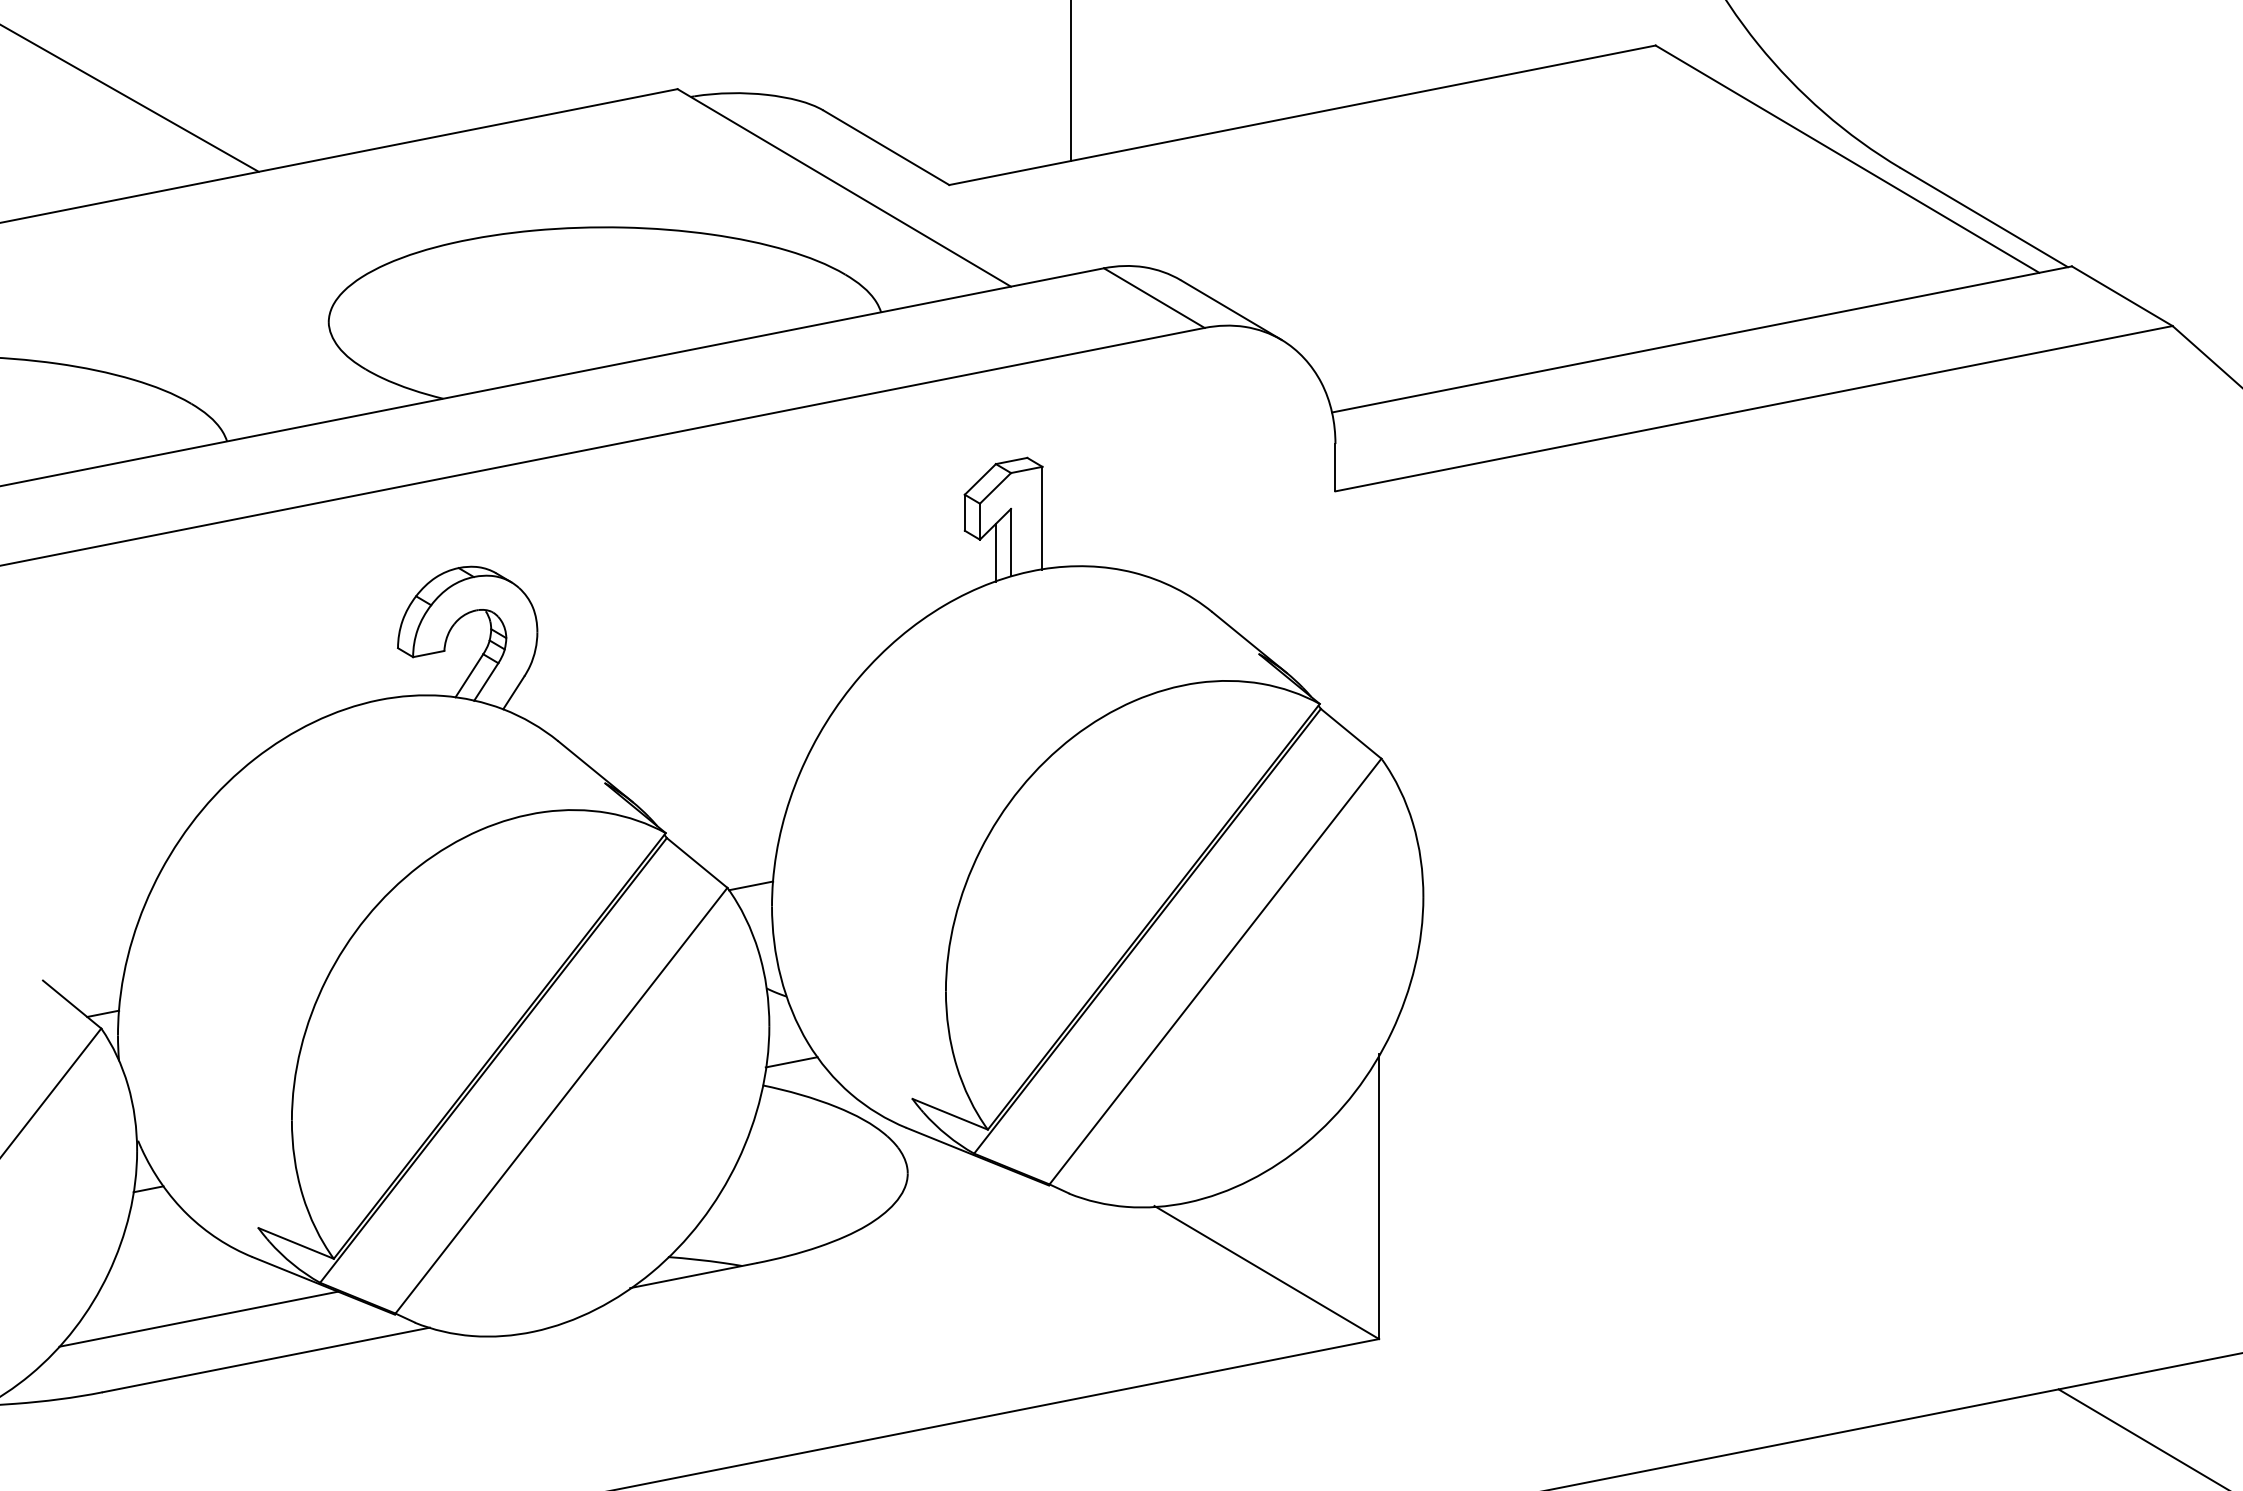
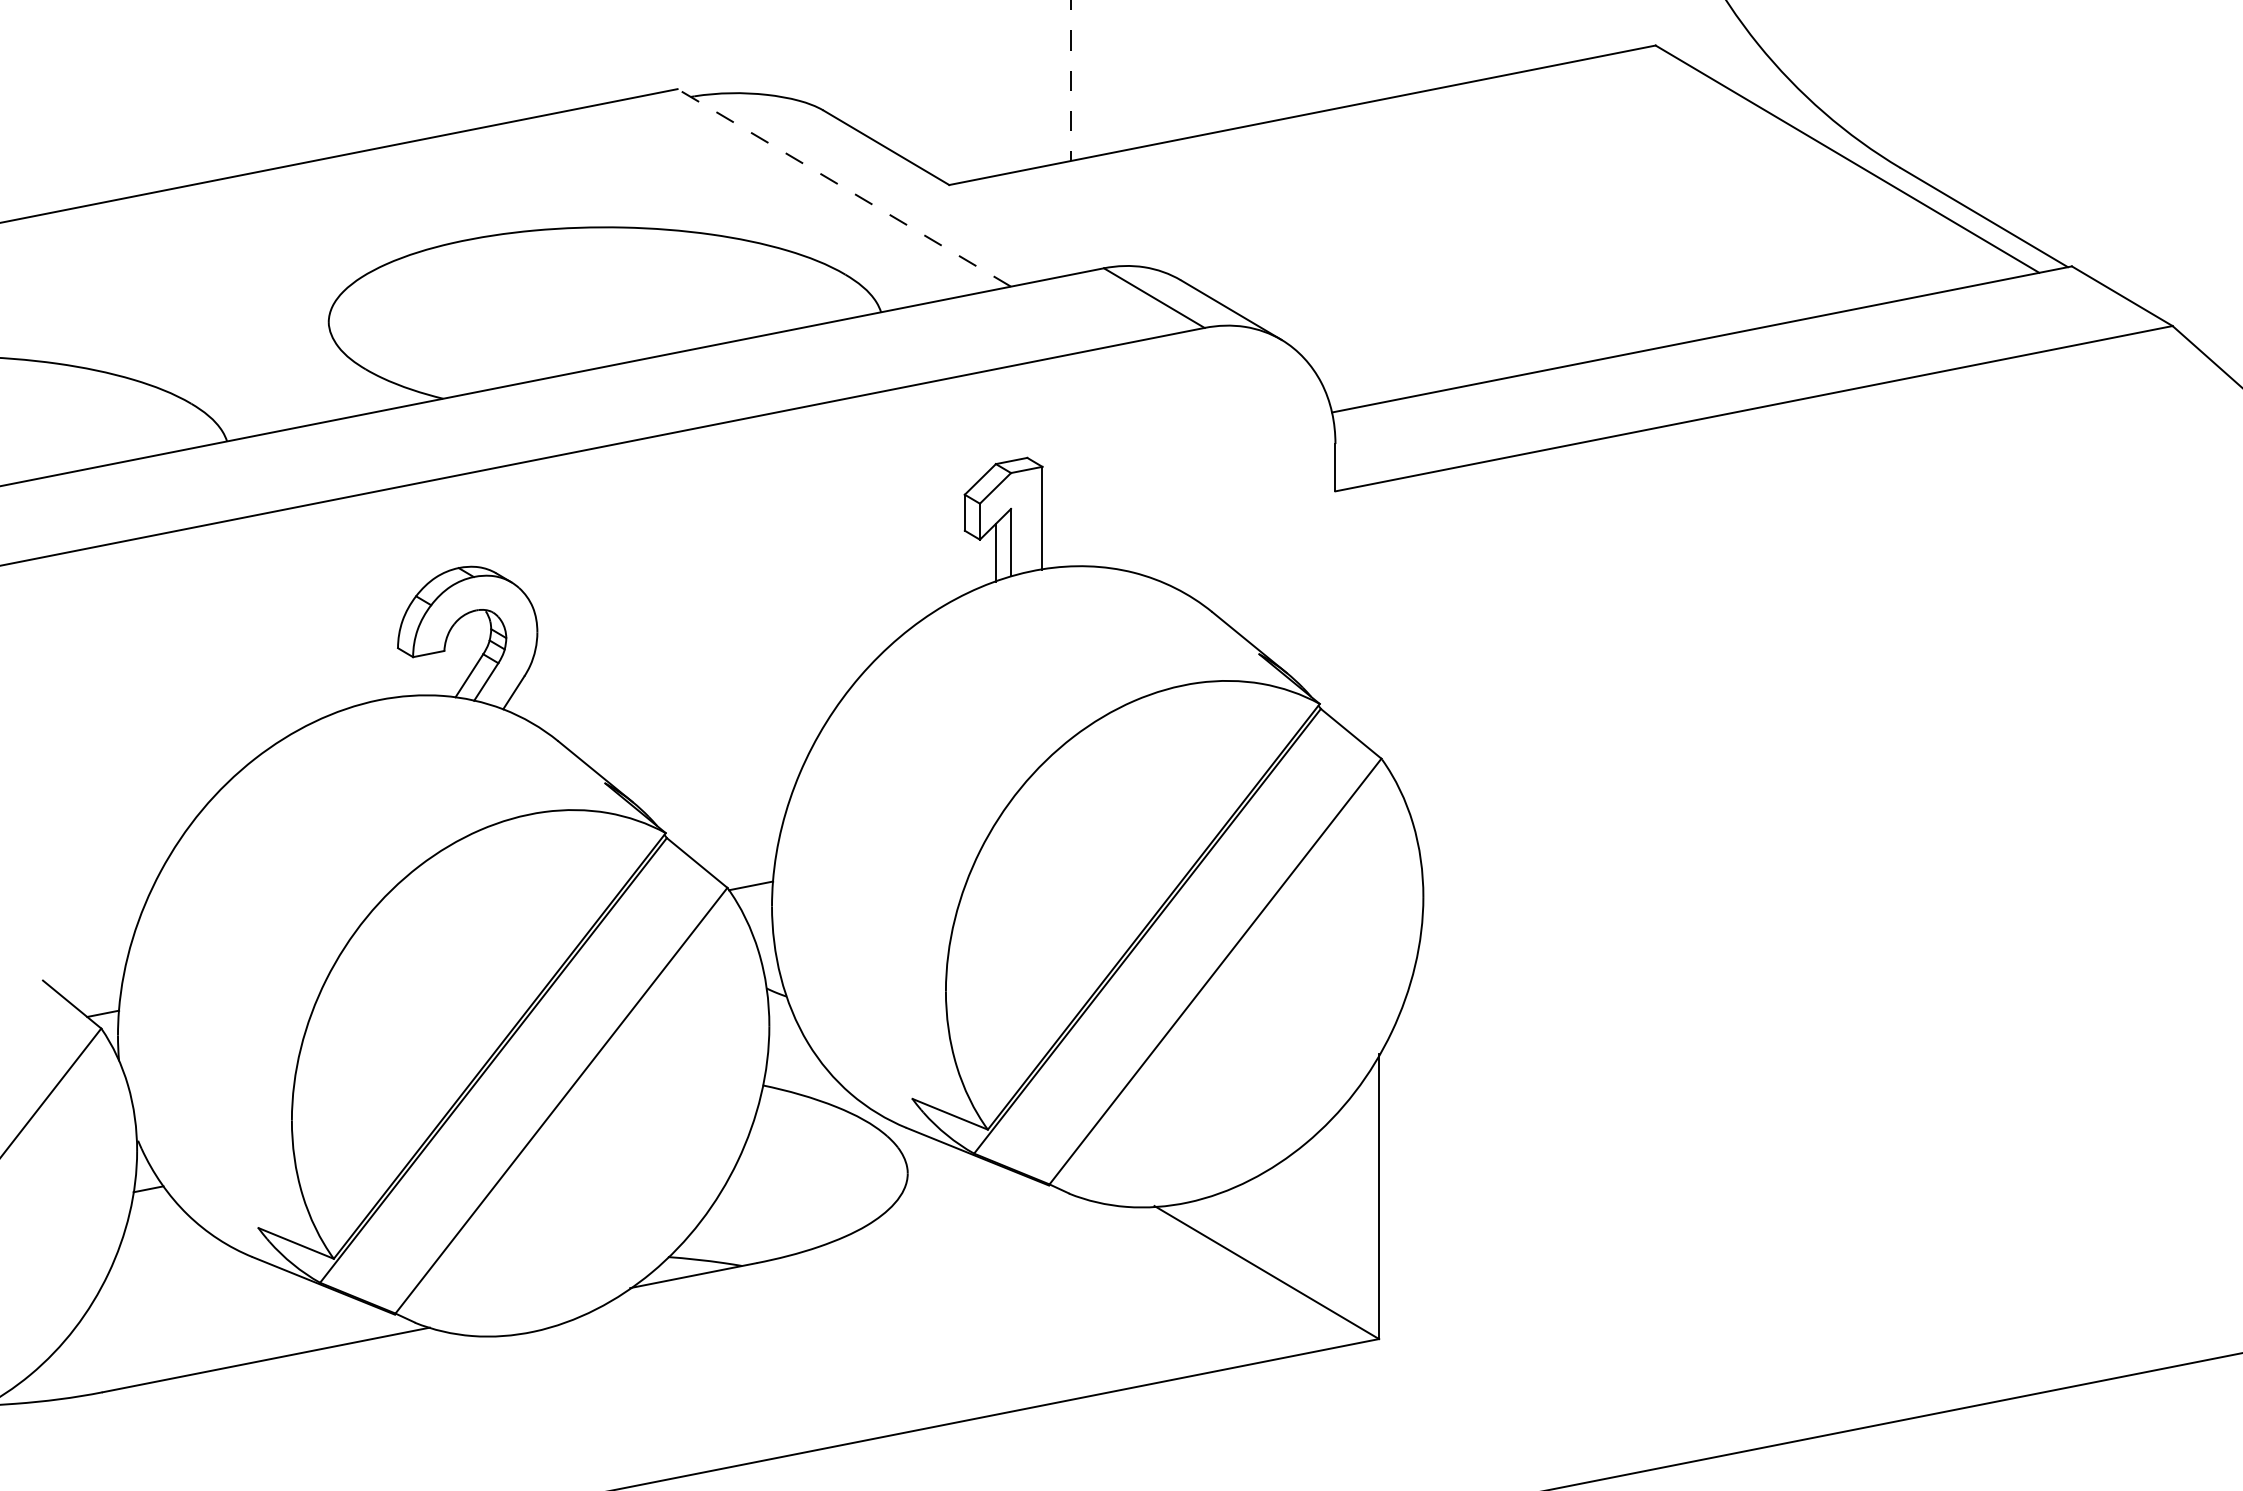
line at (1070, 81): solid -> dashed
line at (130, 98): present -> none
line at (844, 187): solid -> dashed
line at (791, 1062): present -> none
line at (198, 1318): present -> none
line at (2141, 1438): present -> none
